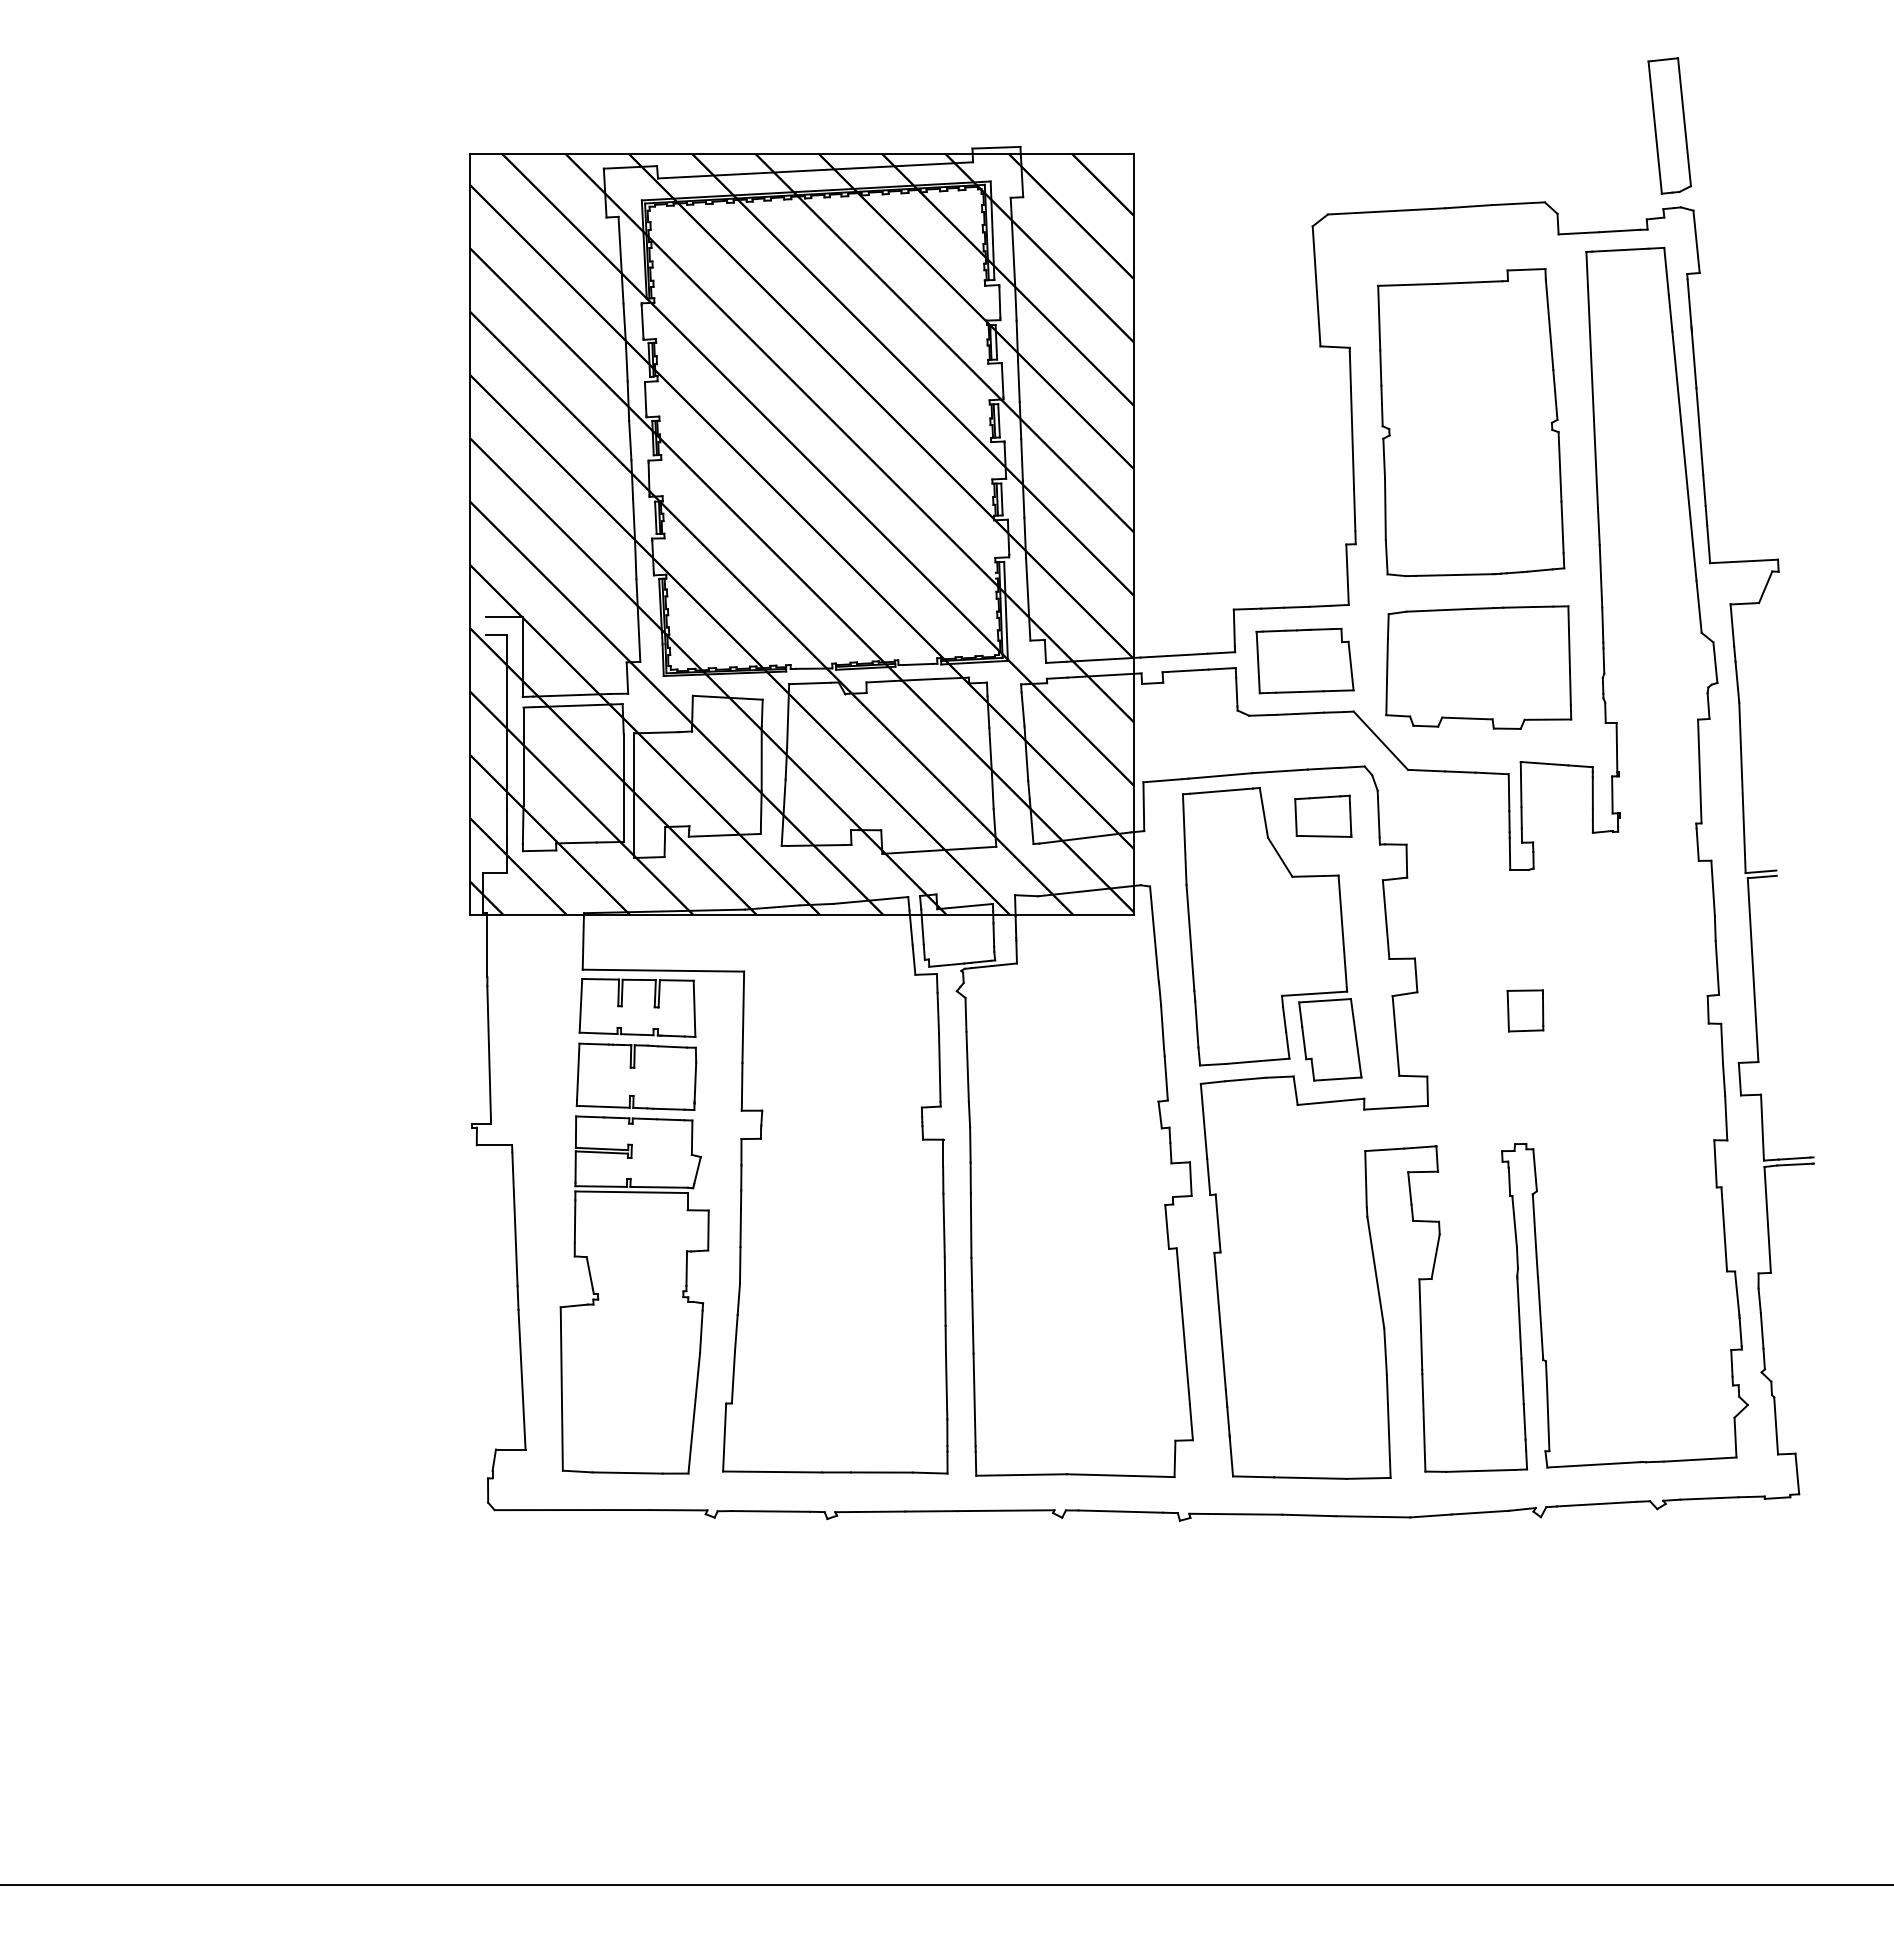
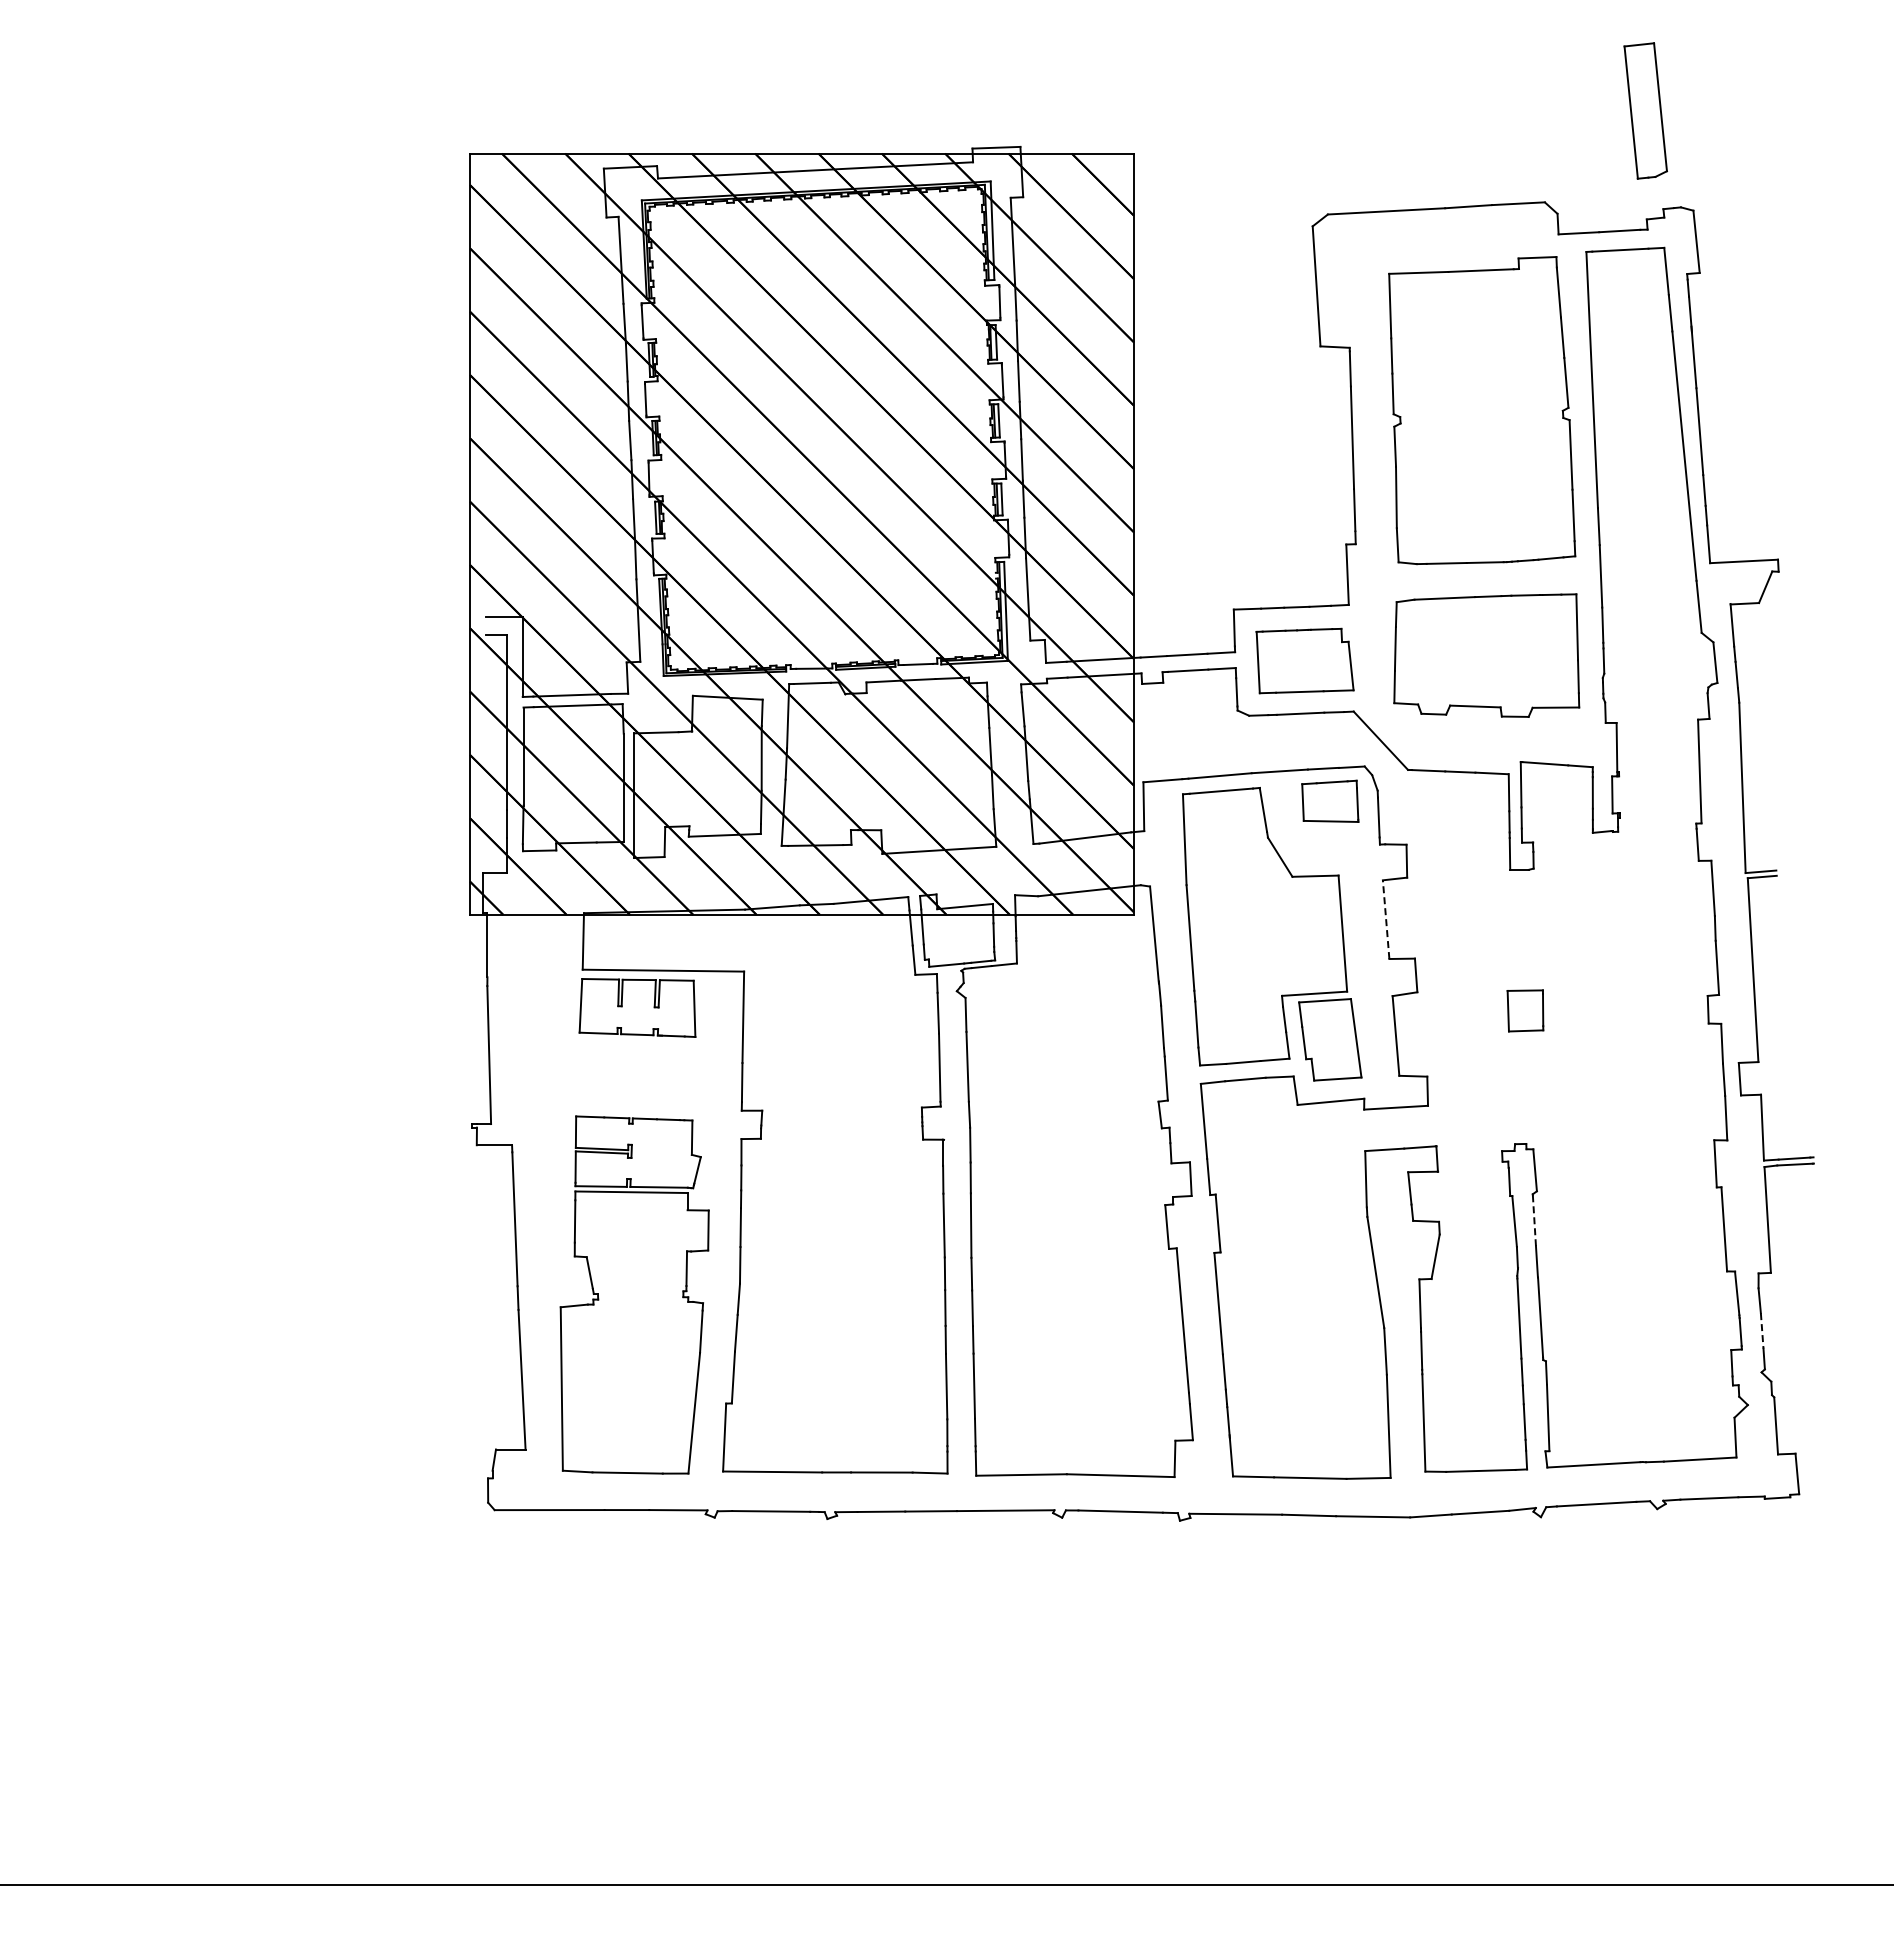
part at (1669, 125) position: (1669, 125) -> (1645, 110)
part at (1471, 422) position: (1471, 422) -> (1482, 410)
part at (1478, 667) position: (1478, 667) -> (1486, 655)
part at (1323, 815) position: (1323, 815) -> (1330, 800)
line at (1386, 919): solid -> dashed
part at (636, 1076): present -> none
line at (1534, 1221): solid -> dashed
line at (1762, 1330): solid -> dashed
